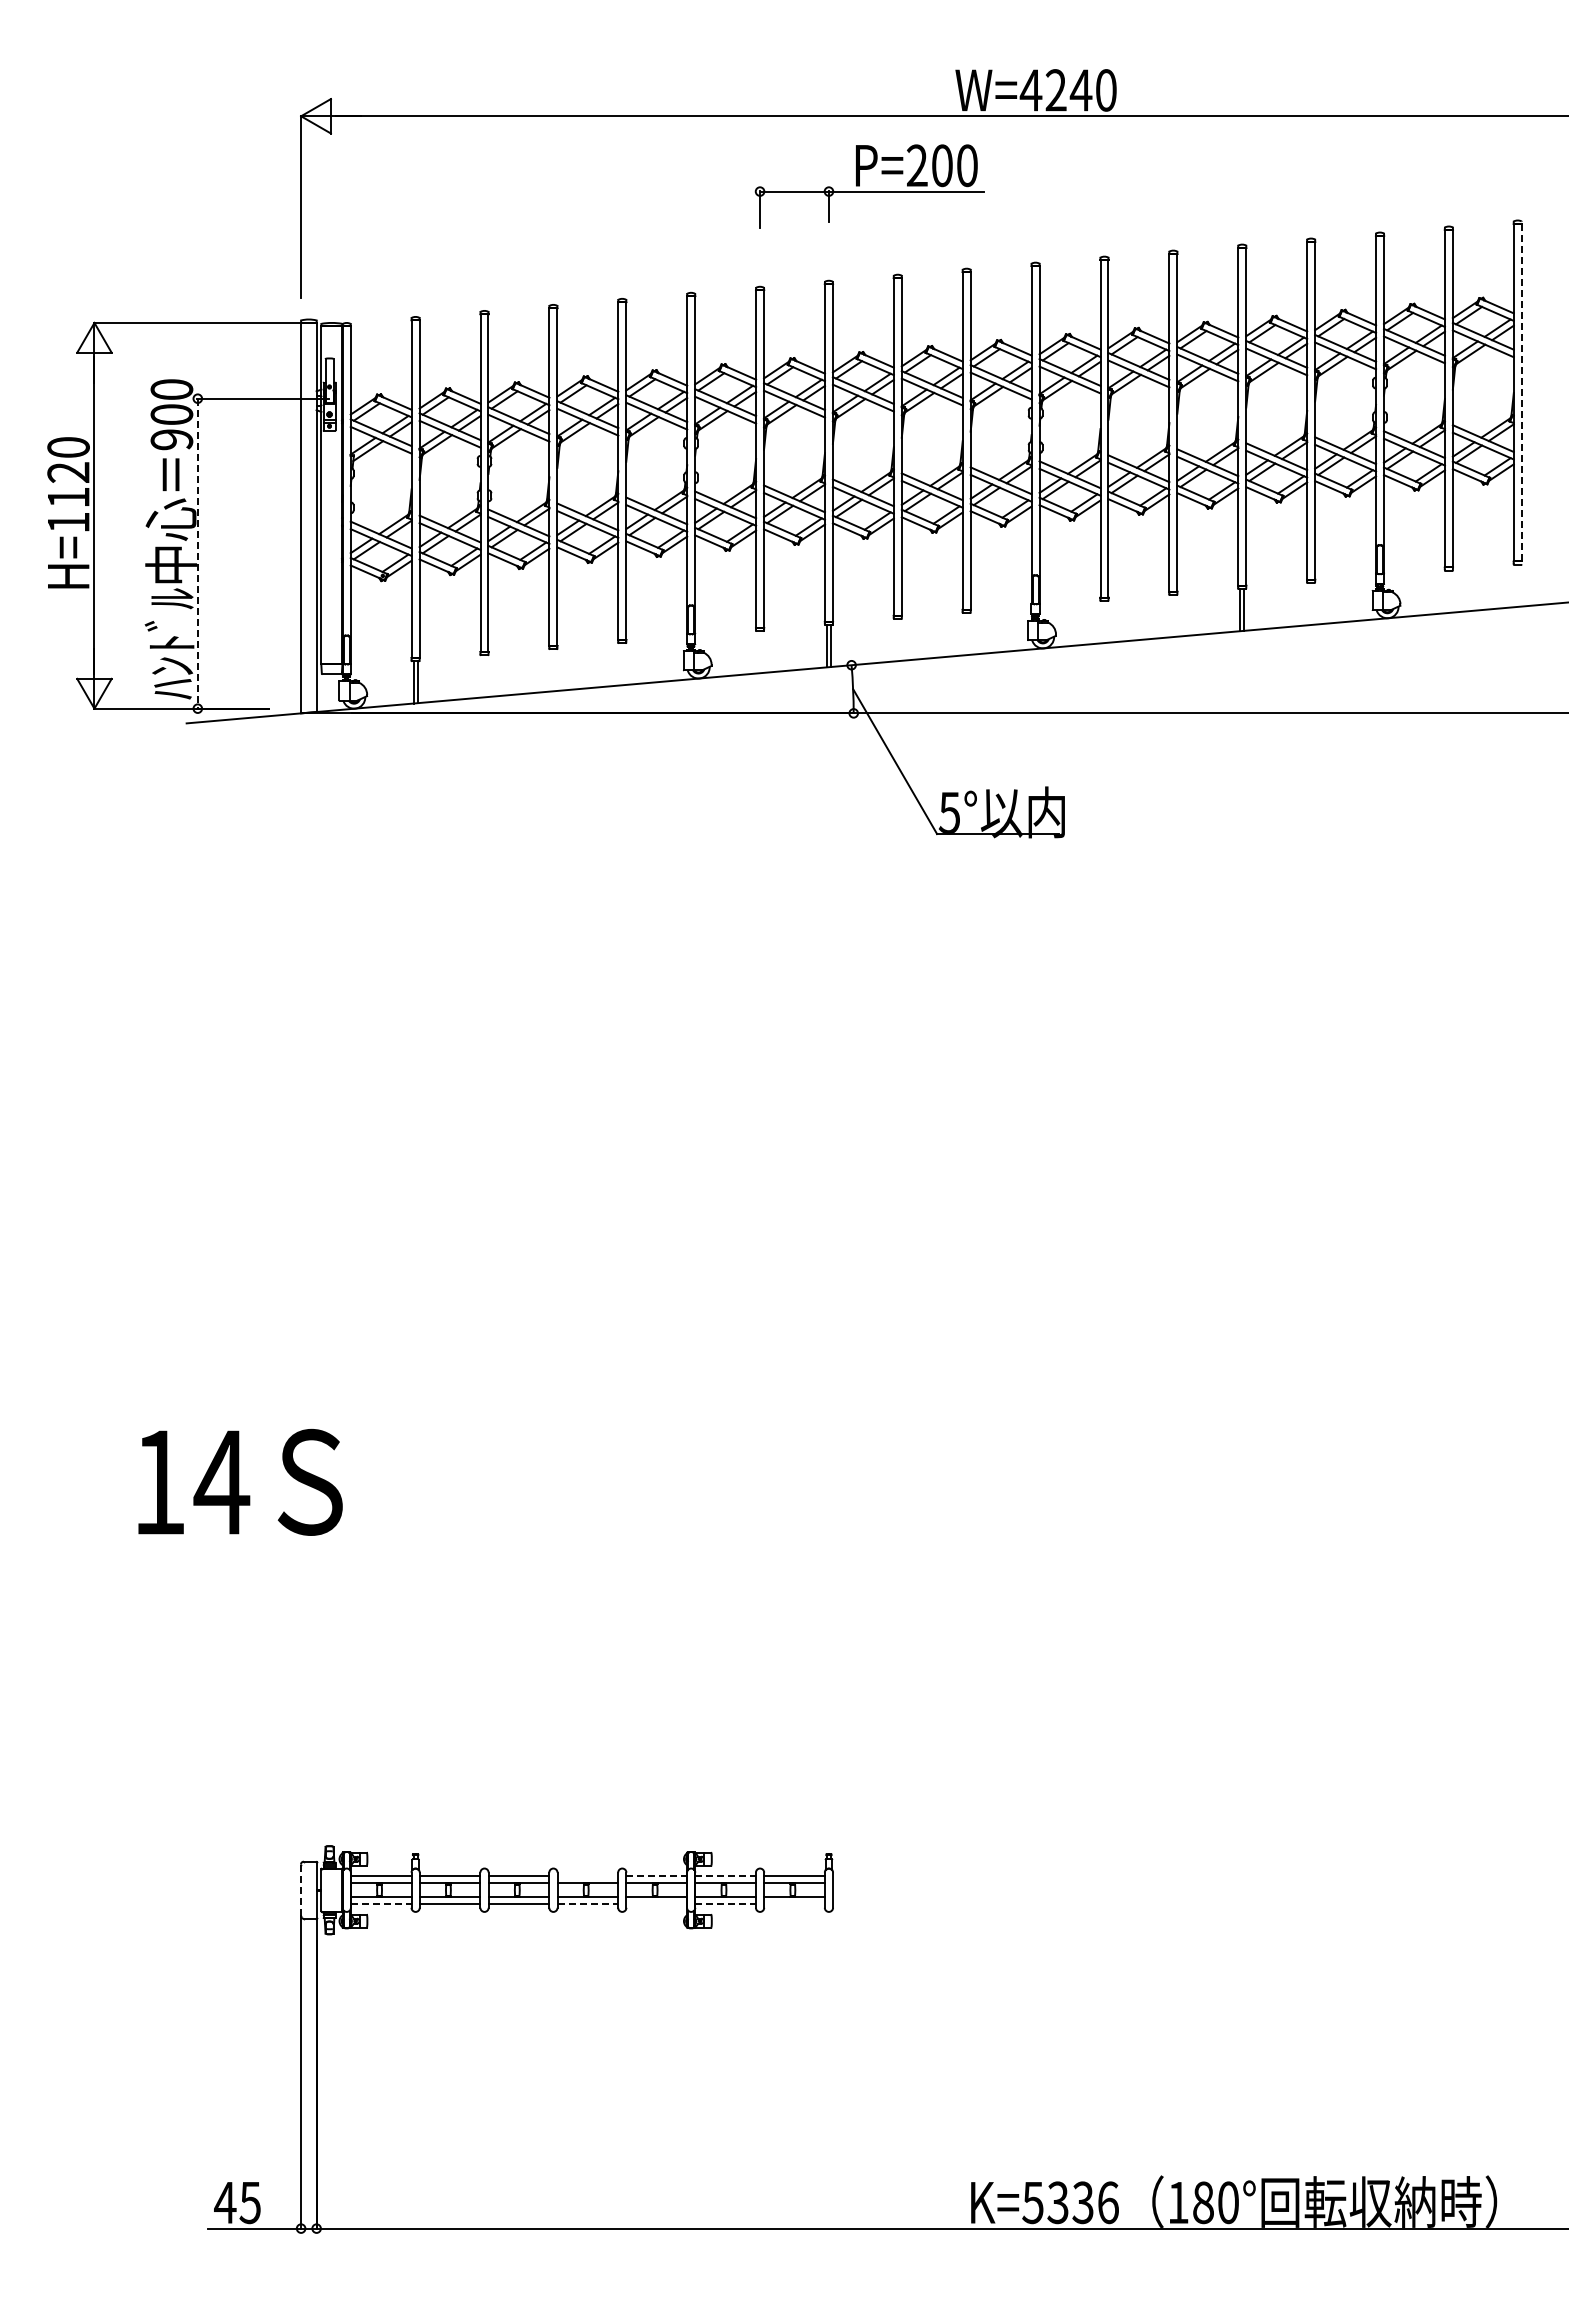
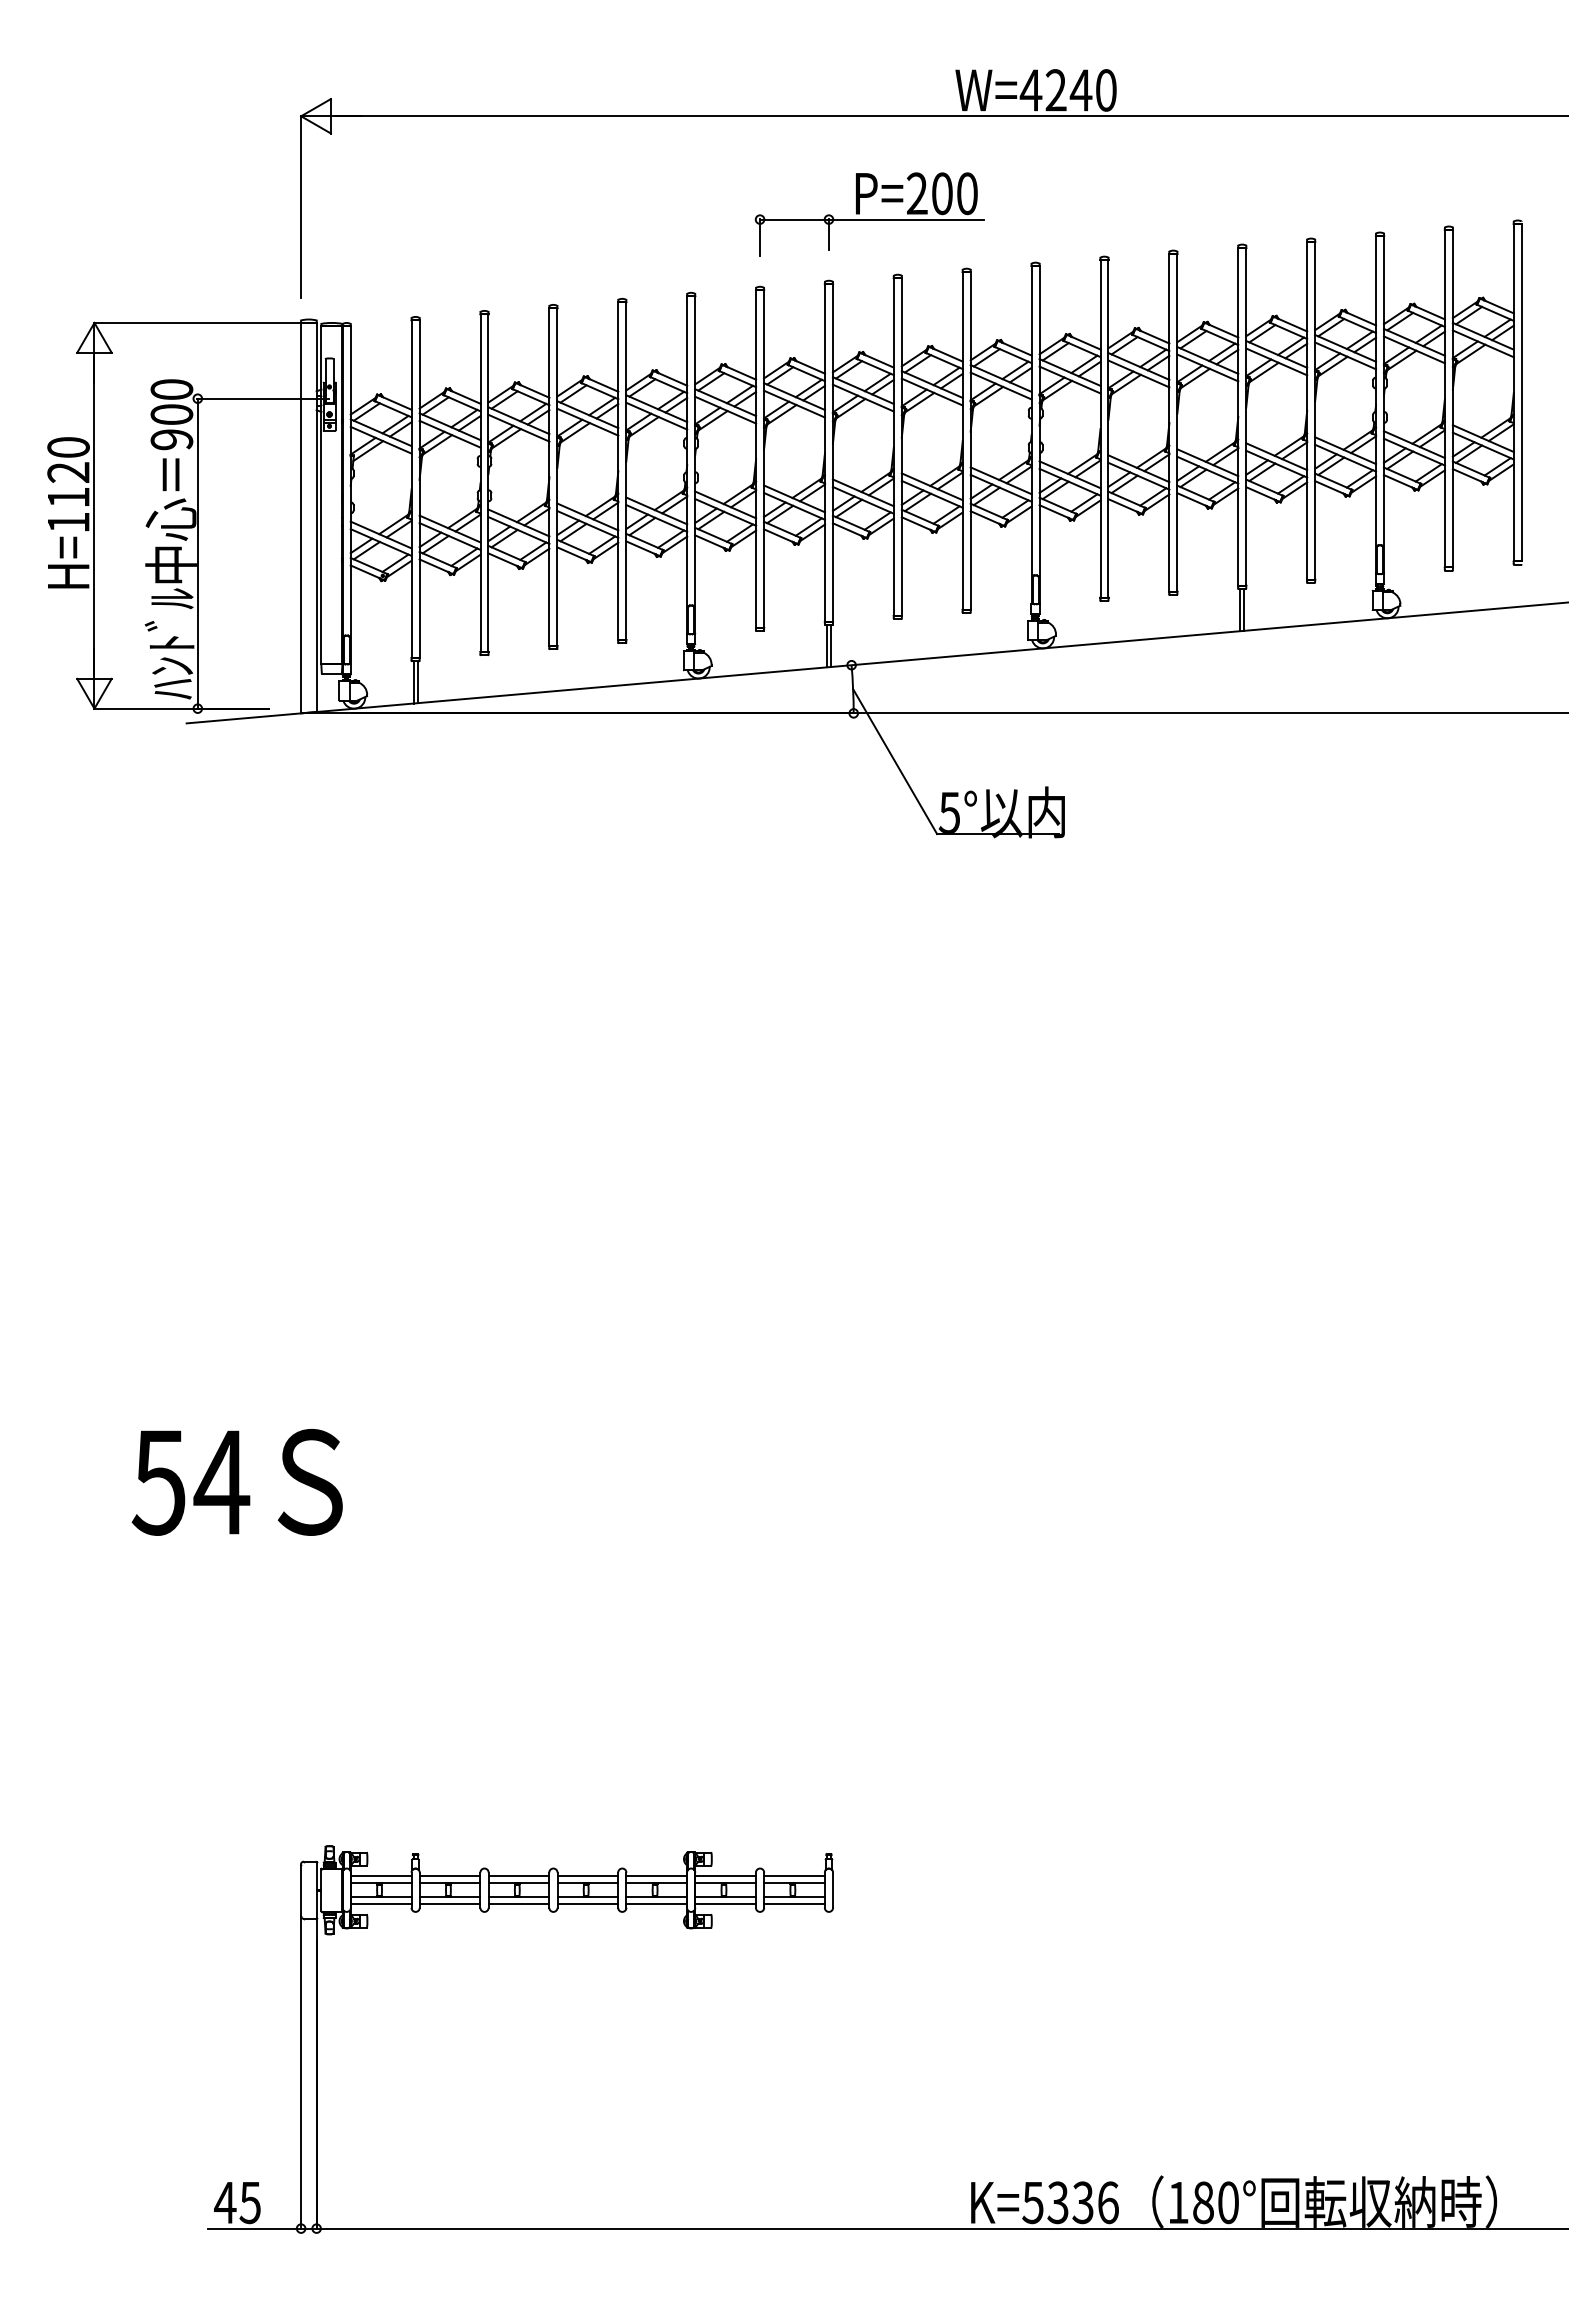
part at (869, 186) position: (869, 186) -> (869, 214)
line at (1521, 392): dashed -> solid
line at (197, 553): dashed -> solid
text at (158, 1482): 14 -> 54
line at (587, 1876): none -> present
line at (657, 1876): dashed -> solid
line at (726, 1876): dashed -> solid
line at (300, 1890): dashed -> solid
line at (381, 1904): dashed -> solid
line at (588, 1904): dashed -> solid
line at (656, 1904): none -> present
line at (726, 1904): dashed -> solid
line at (794, 1904): none -> present
